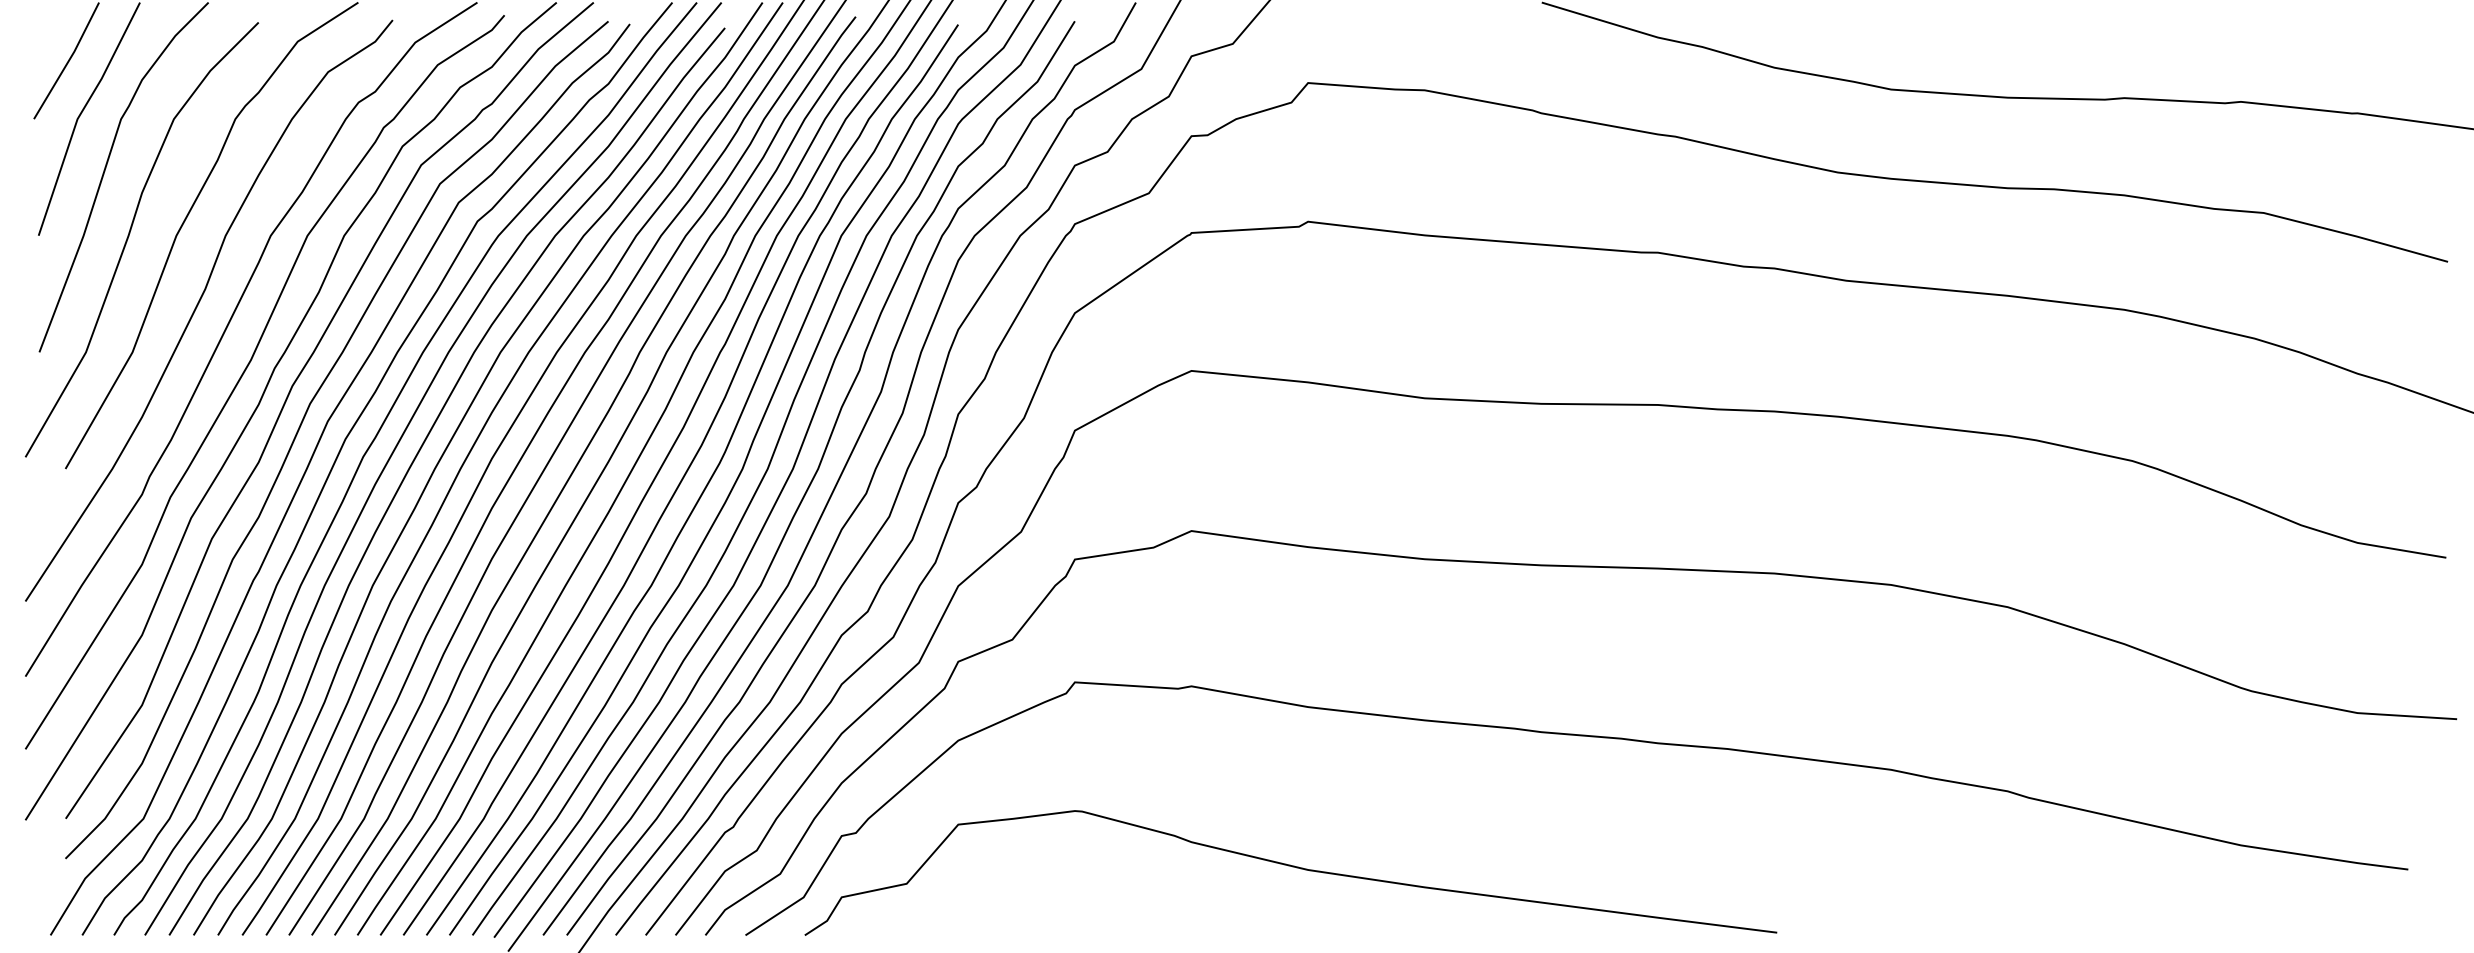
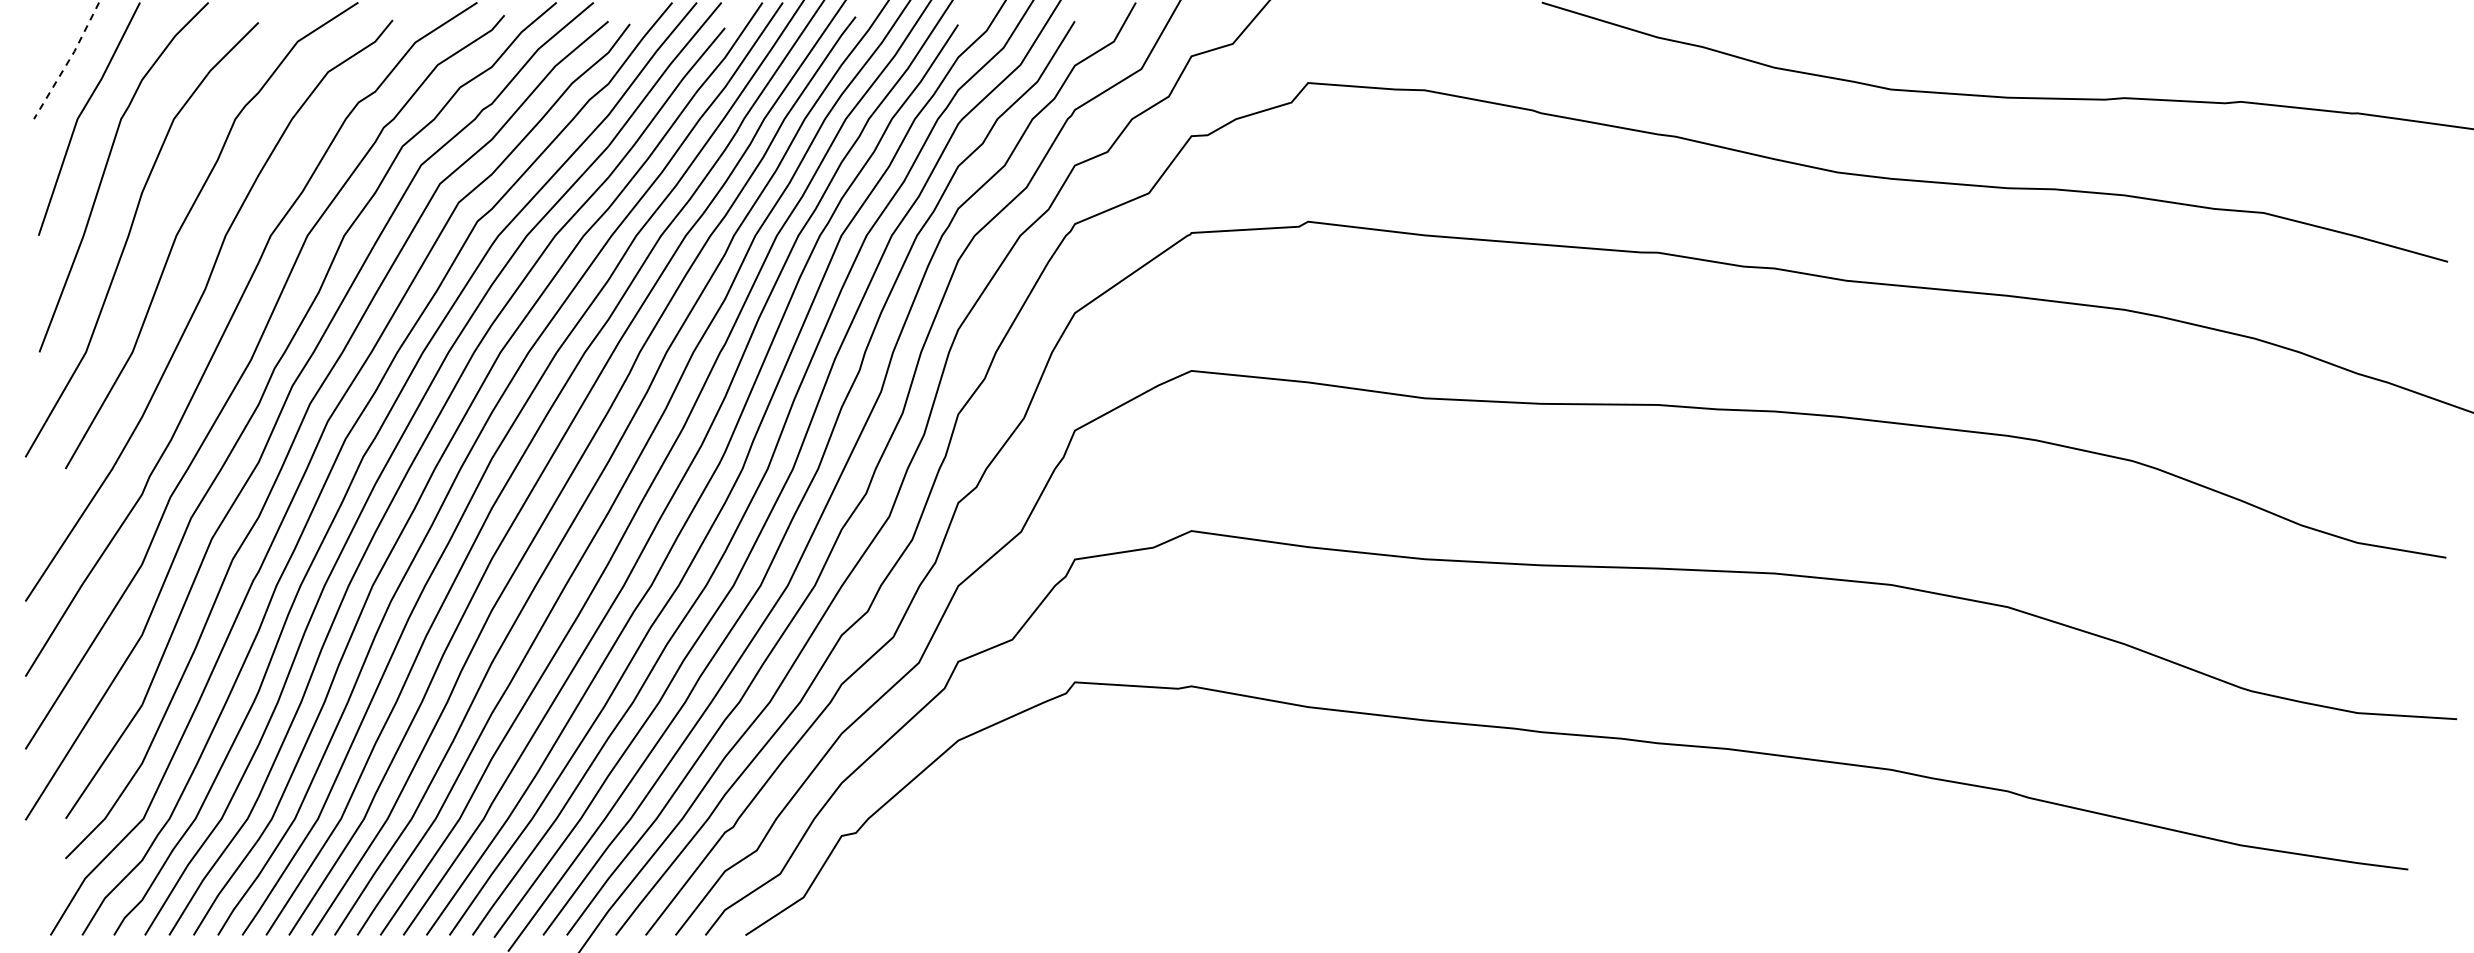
line at (68, 61): solid -> dashed
curve at (1292, 867): present -> none
